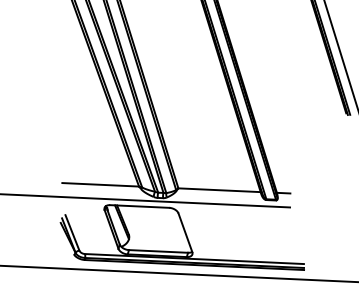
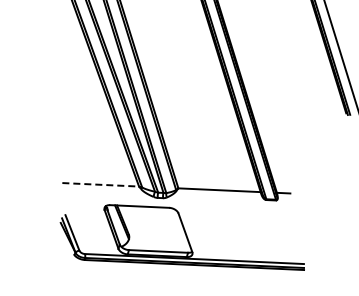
line at (101, 184): solid -> dashed
line at (146, 200): present -> none
line at (178, 273): present -> none
